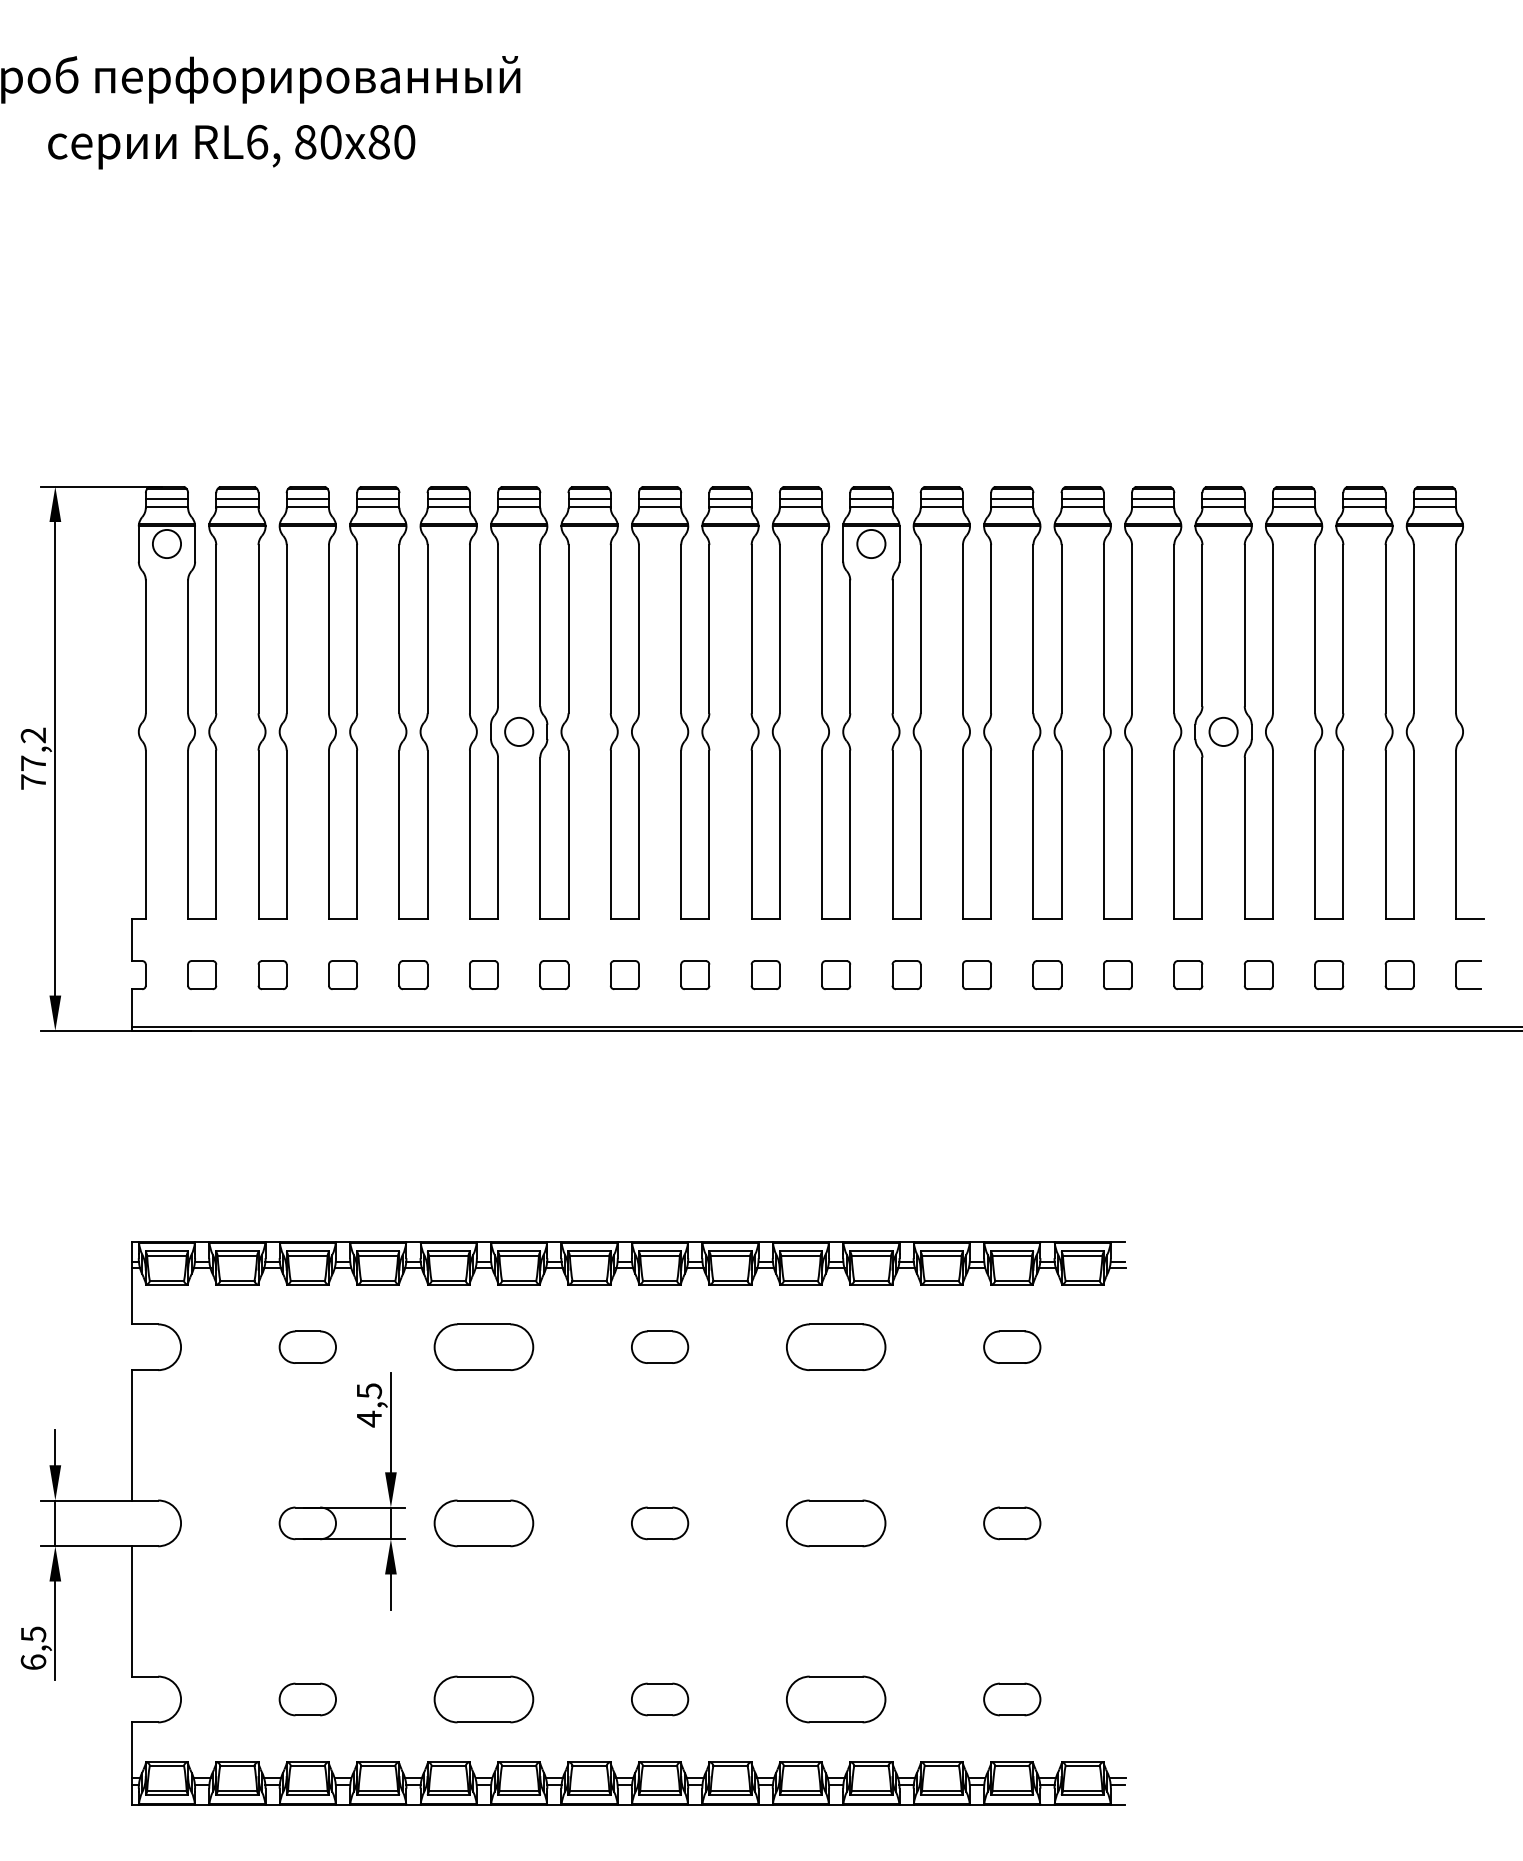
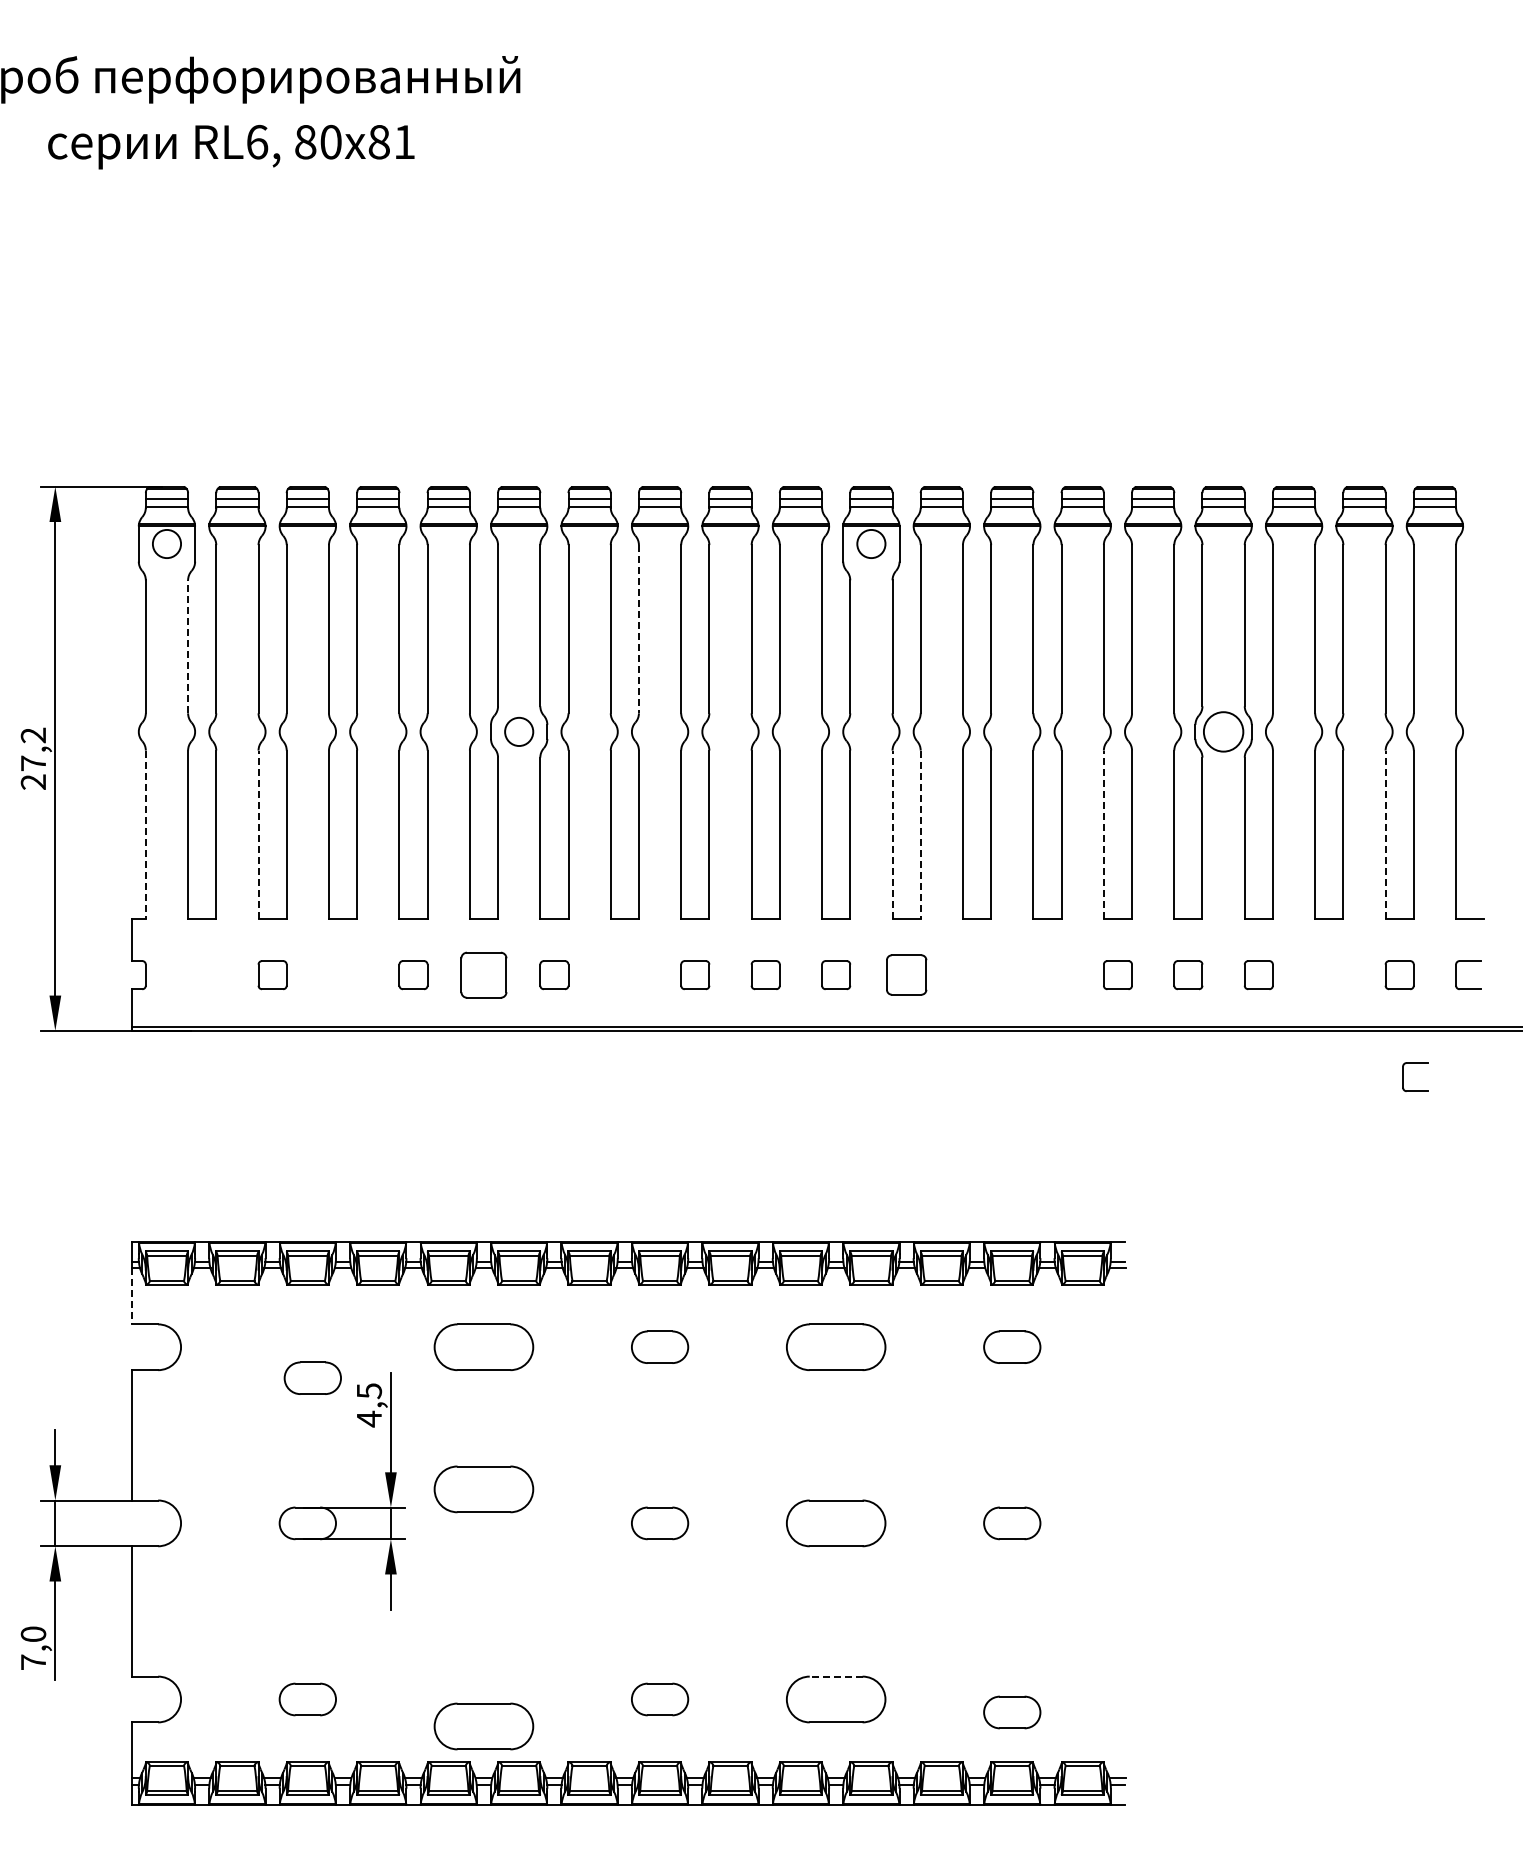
text at (404, 141): 80 -> 81
line at (638, 629): solid -> dashed
line at (188, 646): solid -> dashed
circle at (1223, 731) diameter: 28 px -> 39 px
text at (32, 781): 77,2 -> 27,2
line at (258, 834): solid -> dashed
line at (892, 834): solid -> dashed
line at (1103, 834): solid -> dashed
line at (1385, 834): solid -> dashed
line at (145, 835): solid -> dashed
line at (920, 835): solid -> dashed
part at (483, 974) size: 30x30 px -> 48x48 px
part at (976, 974): present -> none
part at (202, 975): present -> none
part at (342, 975): present -> none
part at (624, 975): present -> none
part at (906, 975) size: 31x31 px -> 42x42 px
part at (1047, 975): present -> none
part at (1329, 975): present -> none
part at (1403, 1076): none -> present
line at (131, 1296): solid -> dashed
part at (307, 1346) position: (307, 1346) -> (312, 1377)
part at (483, 1523) position: (483, 1523) -> (483, 1489)
text at (33, 1647): 6,5 -> 7,0
line at (835, 1676): solid -> dashed
part at (483, 1699) position: (483, 1699) -> (483, 1726)
part at (1012, 1699) position: (1012, 1699) -> (1012, 1712)
